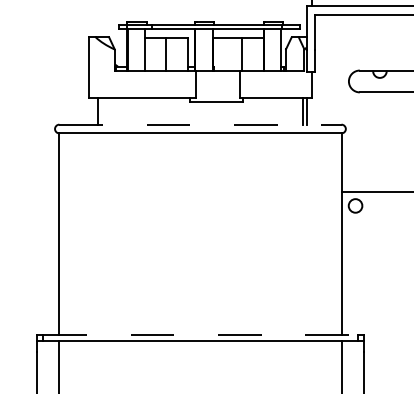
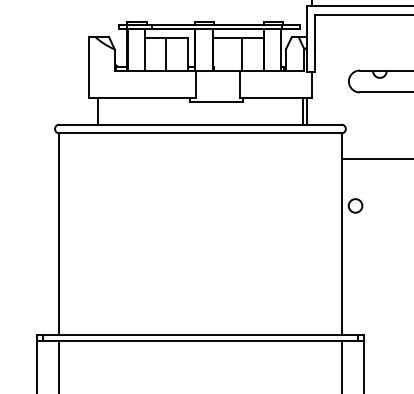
line at (200, 124): dashed -> solid
line at (375, 192) position: (375, 192) -> (375, 159)
line at (200, 334): dashed -> solid
